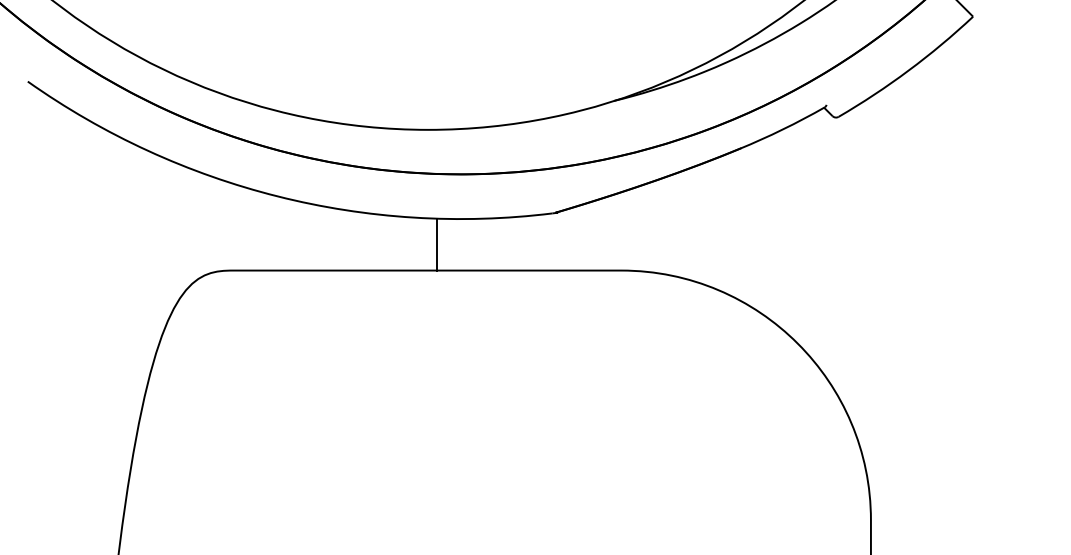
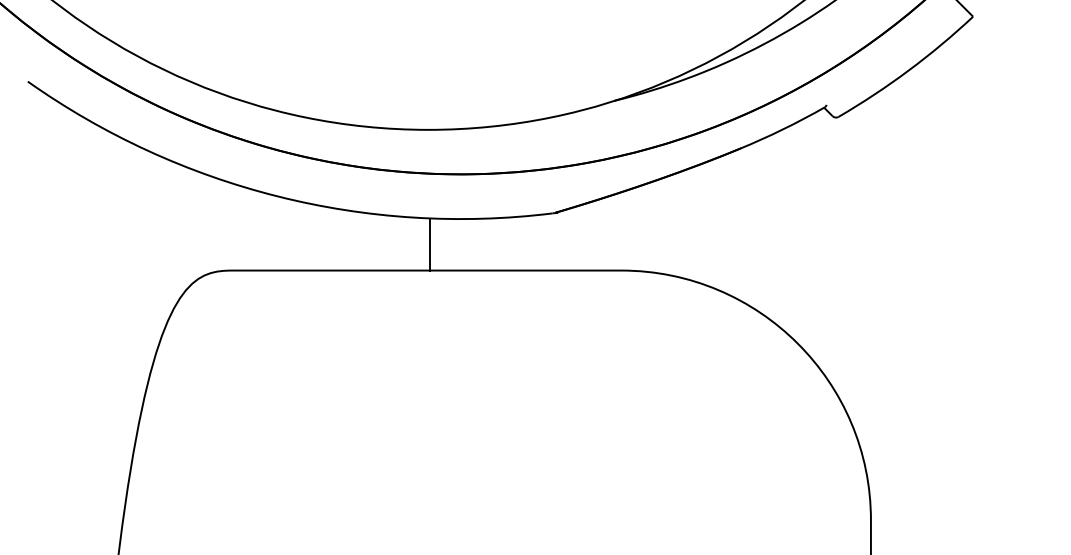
line at (437, 244) position: (437, 244) -> (430, 244)
